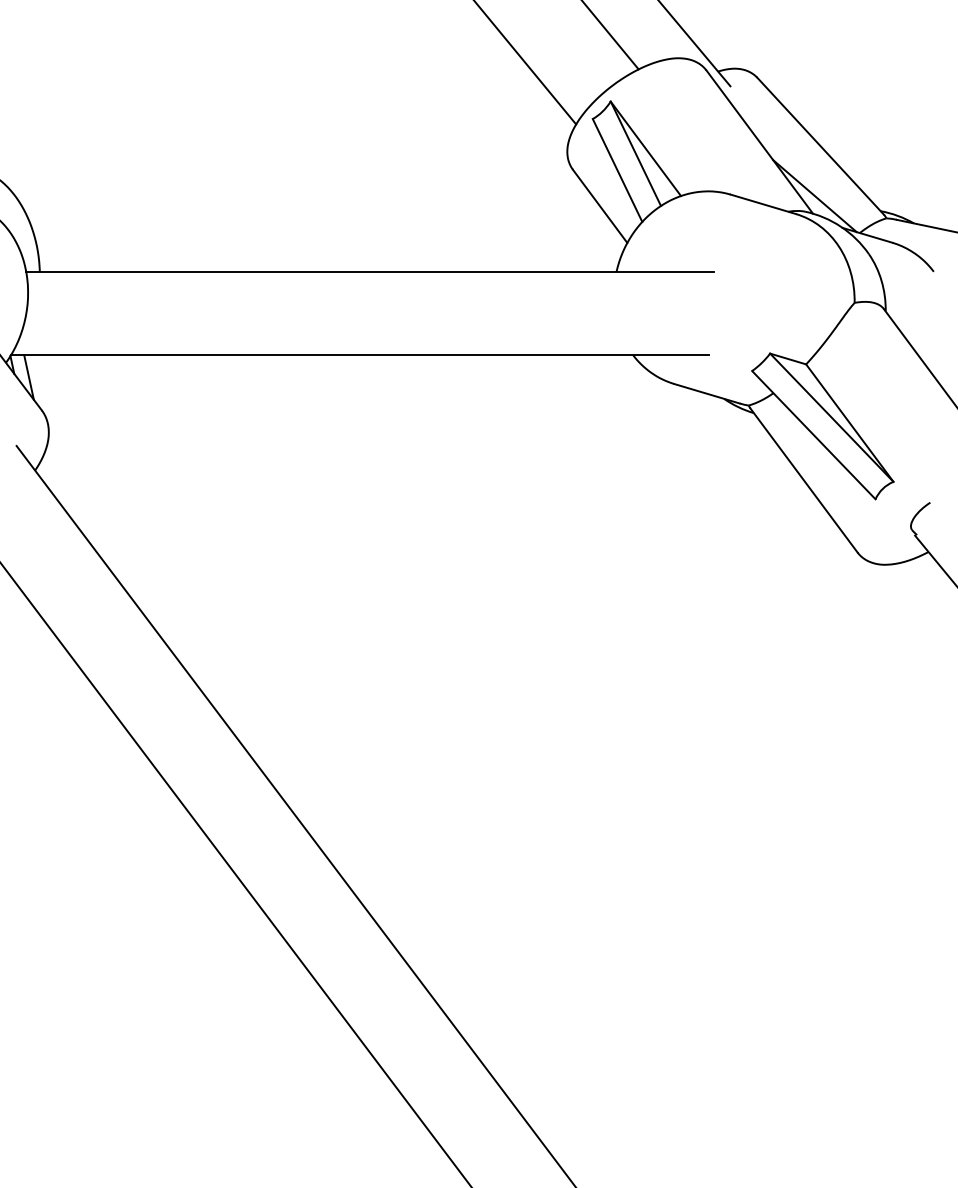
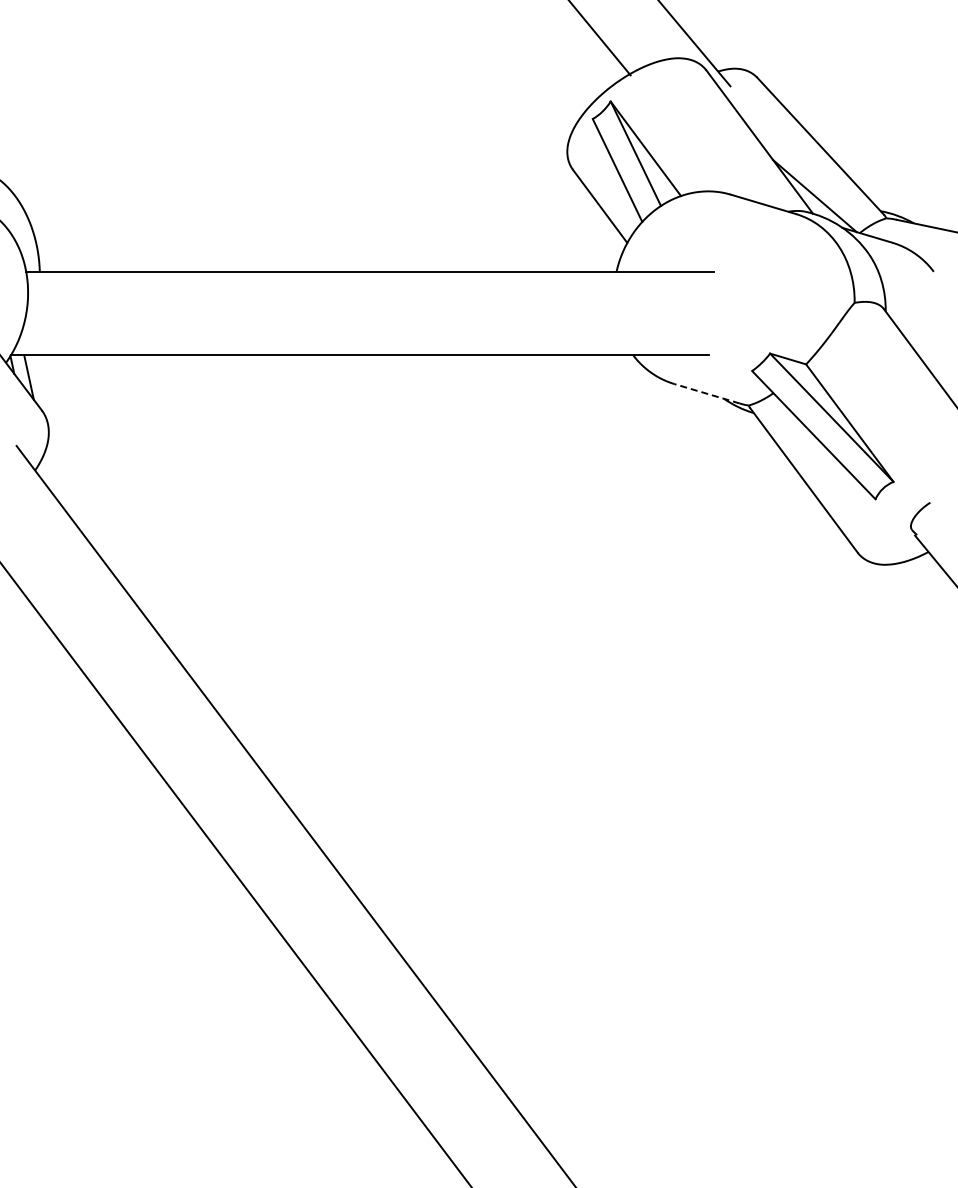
line at (610, 35) position: (610, 35) -> (600, 38)
line at (525, 63): present -> none
line at (706, 393): solid -> dashed
